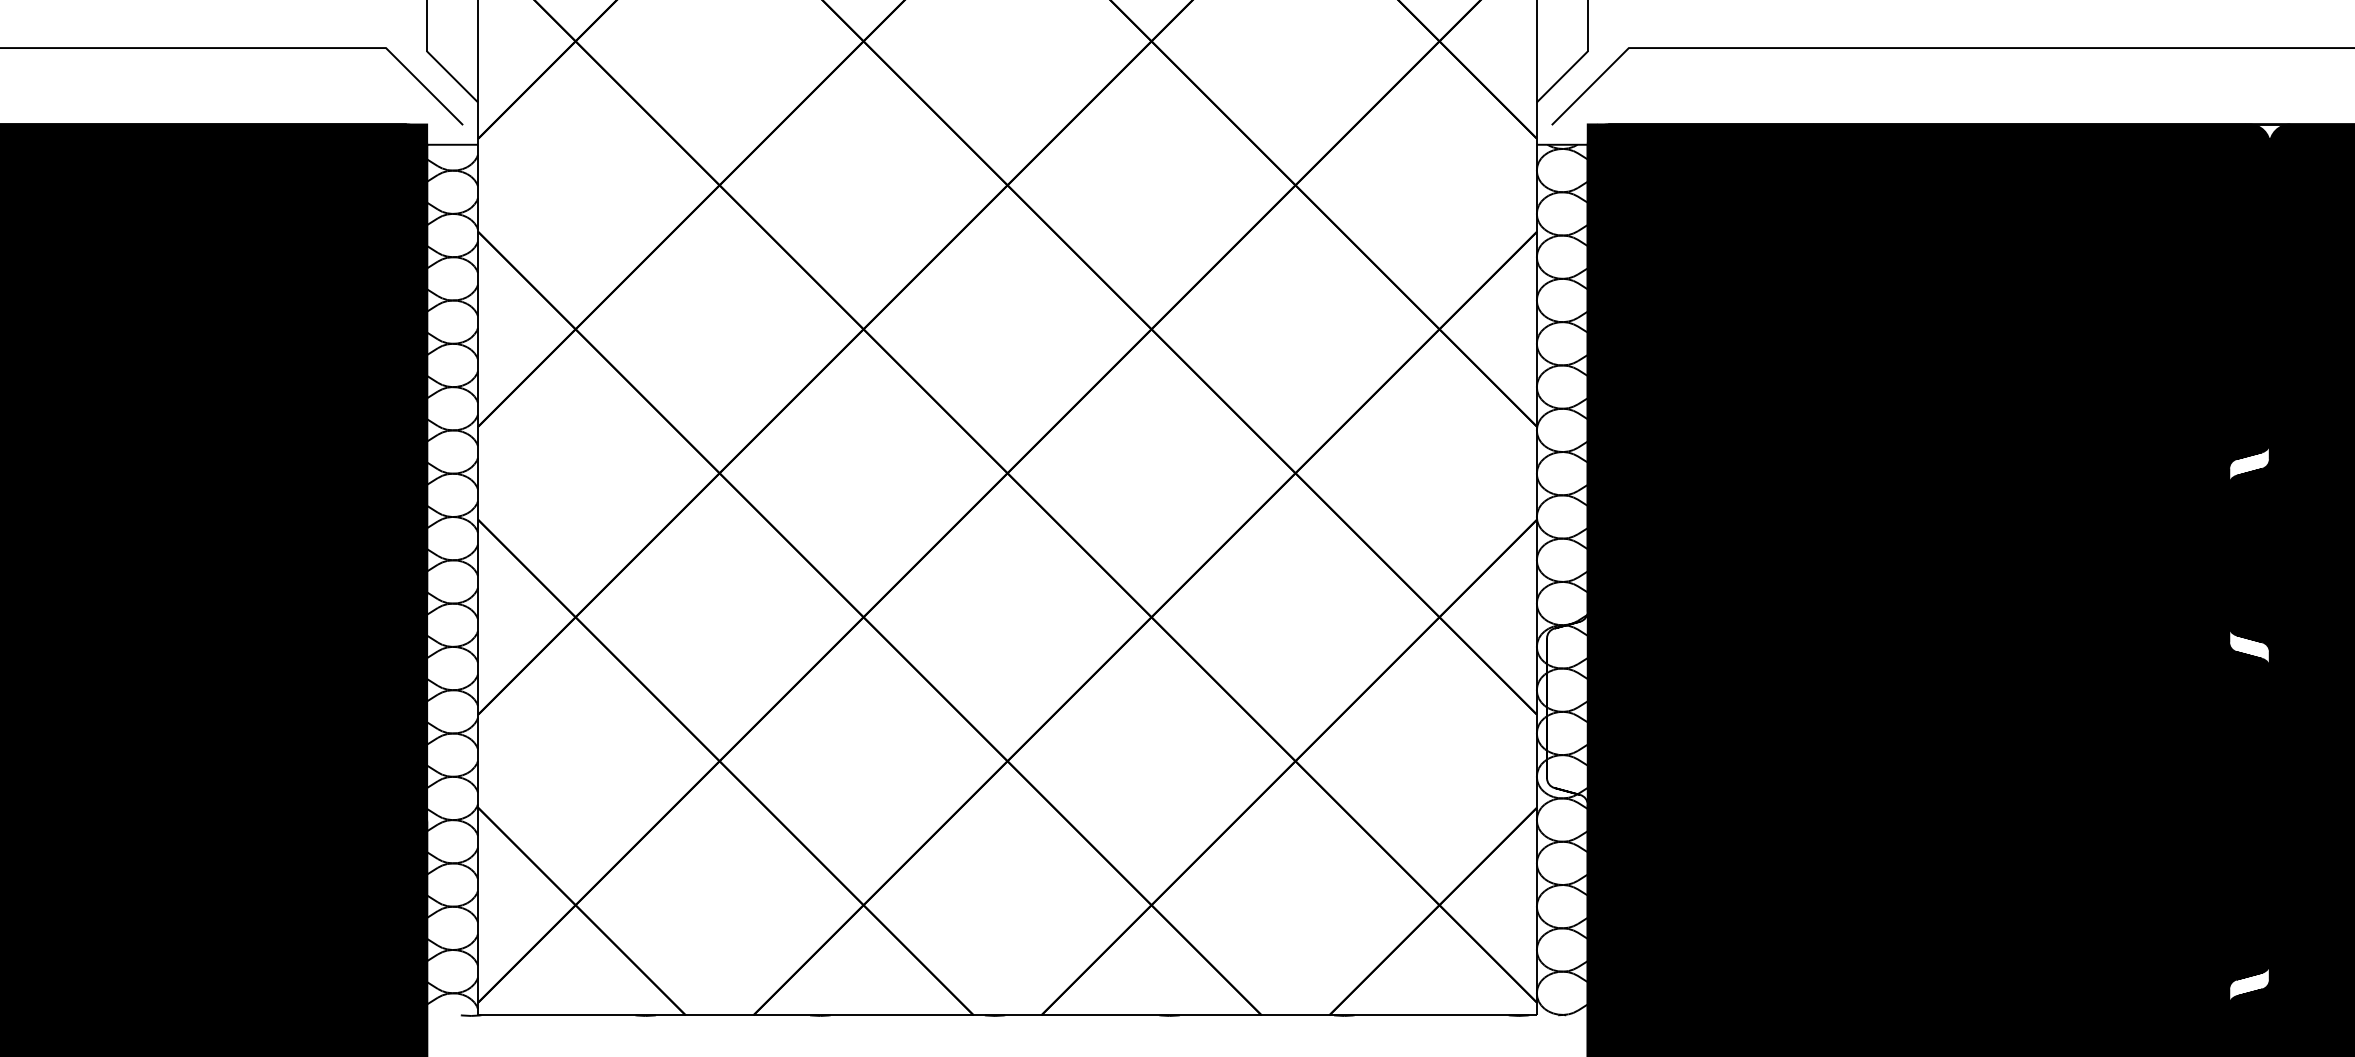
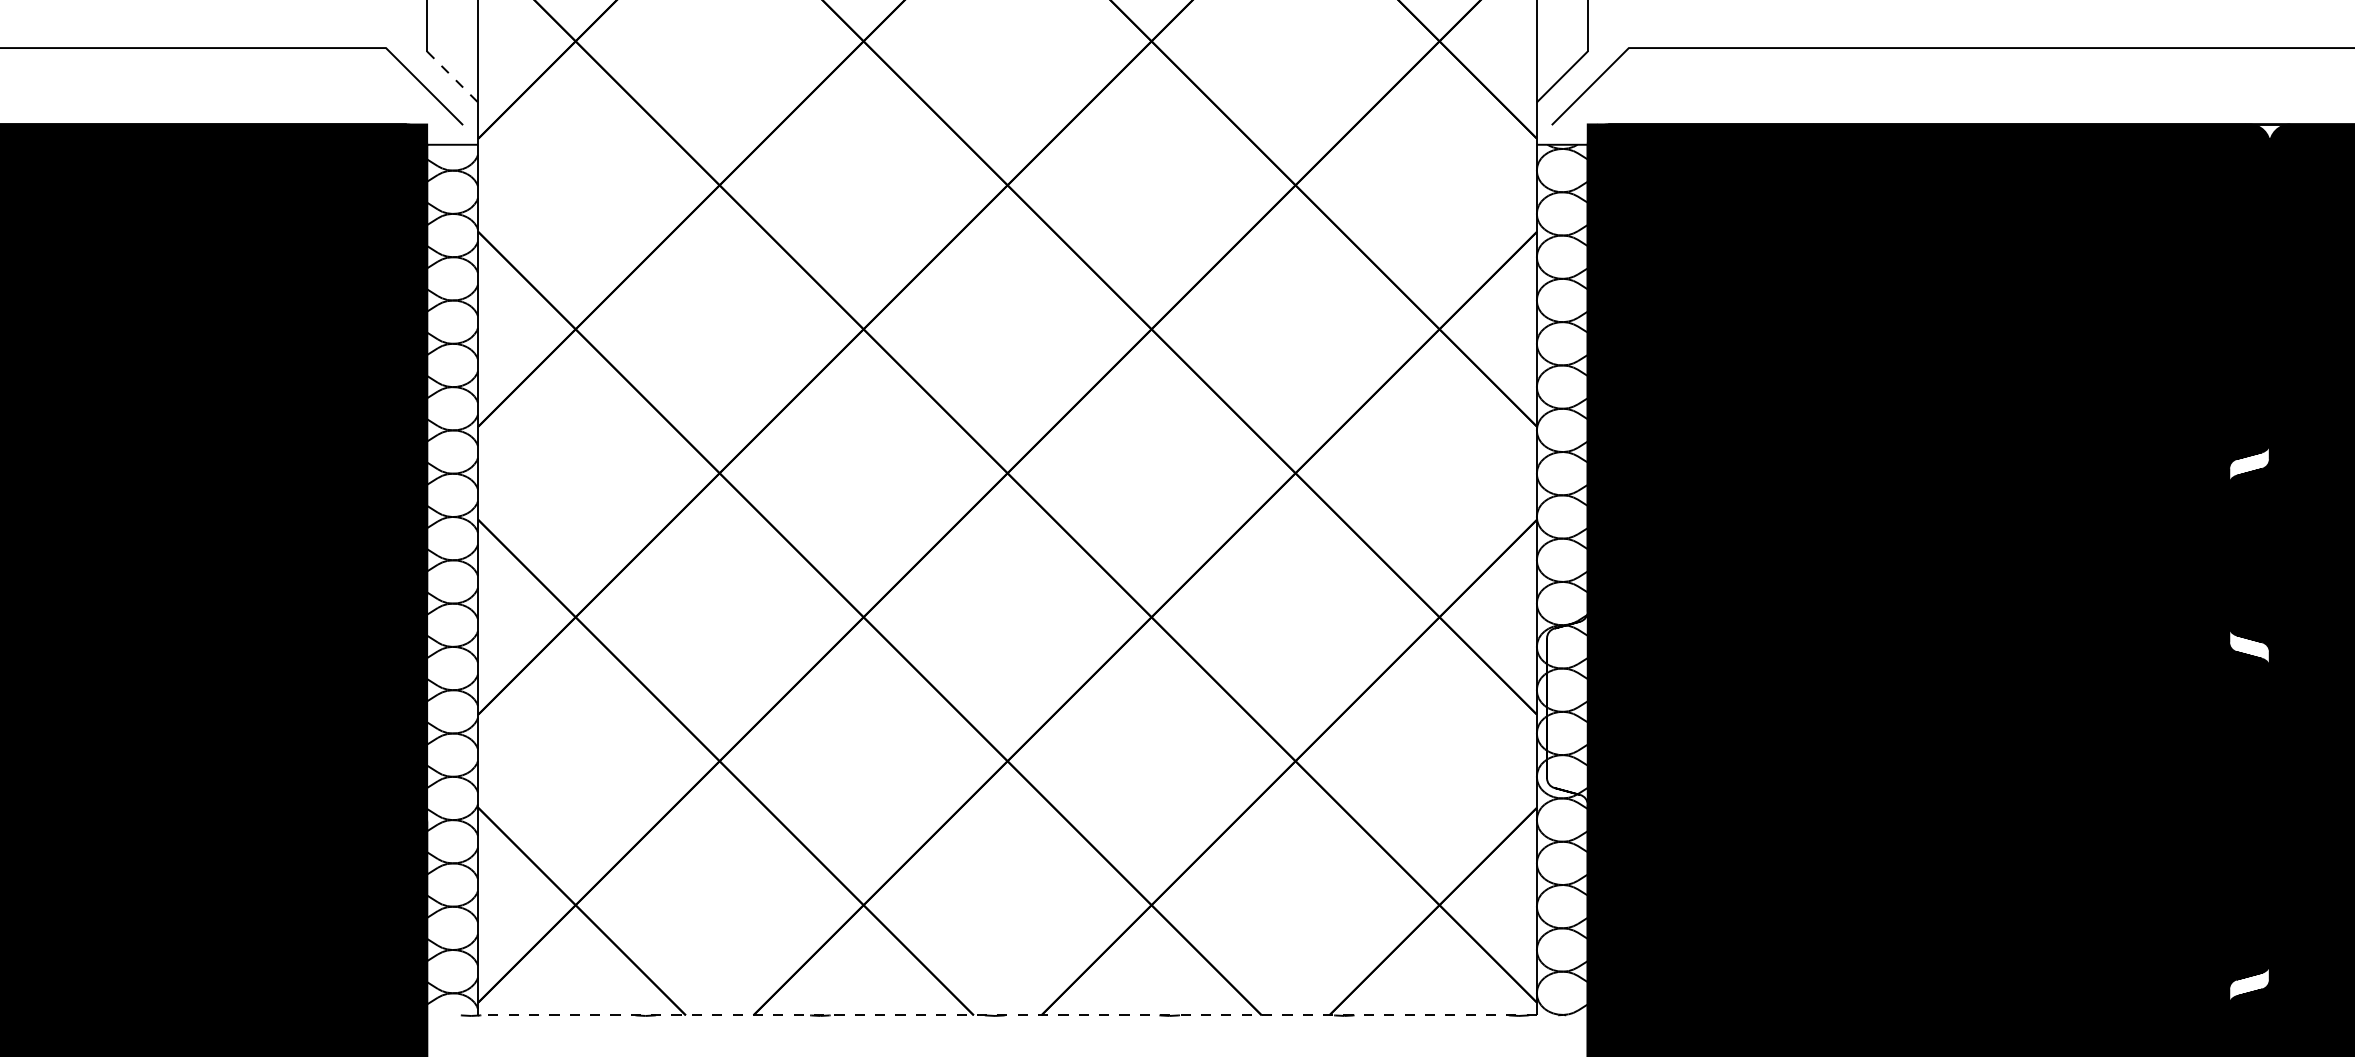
line at (452, 76): solid -> dashed
line at (1006, 1015): solid -> dashed
